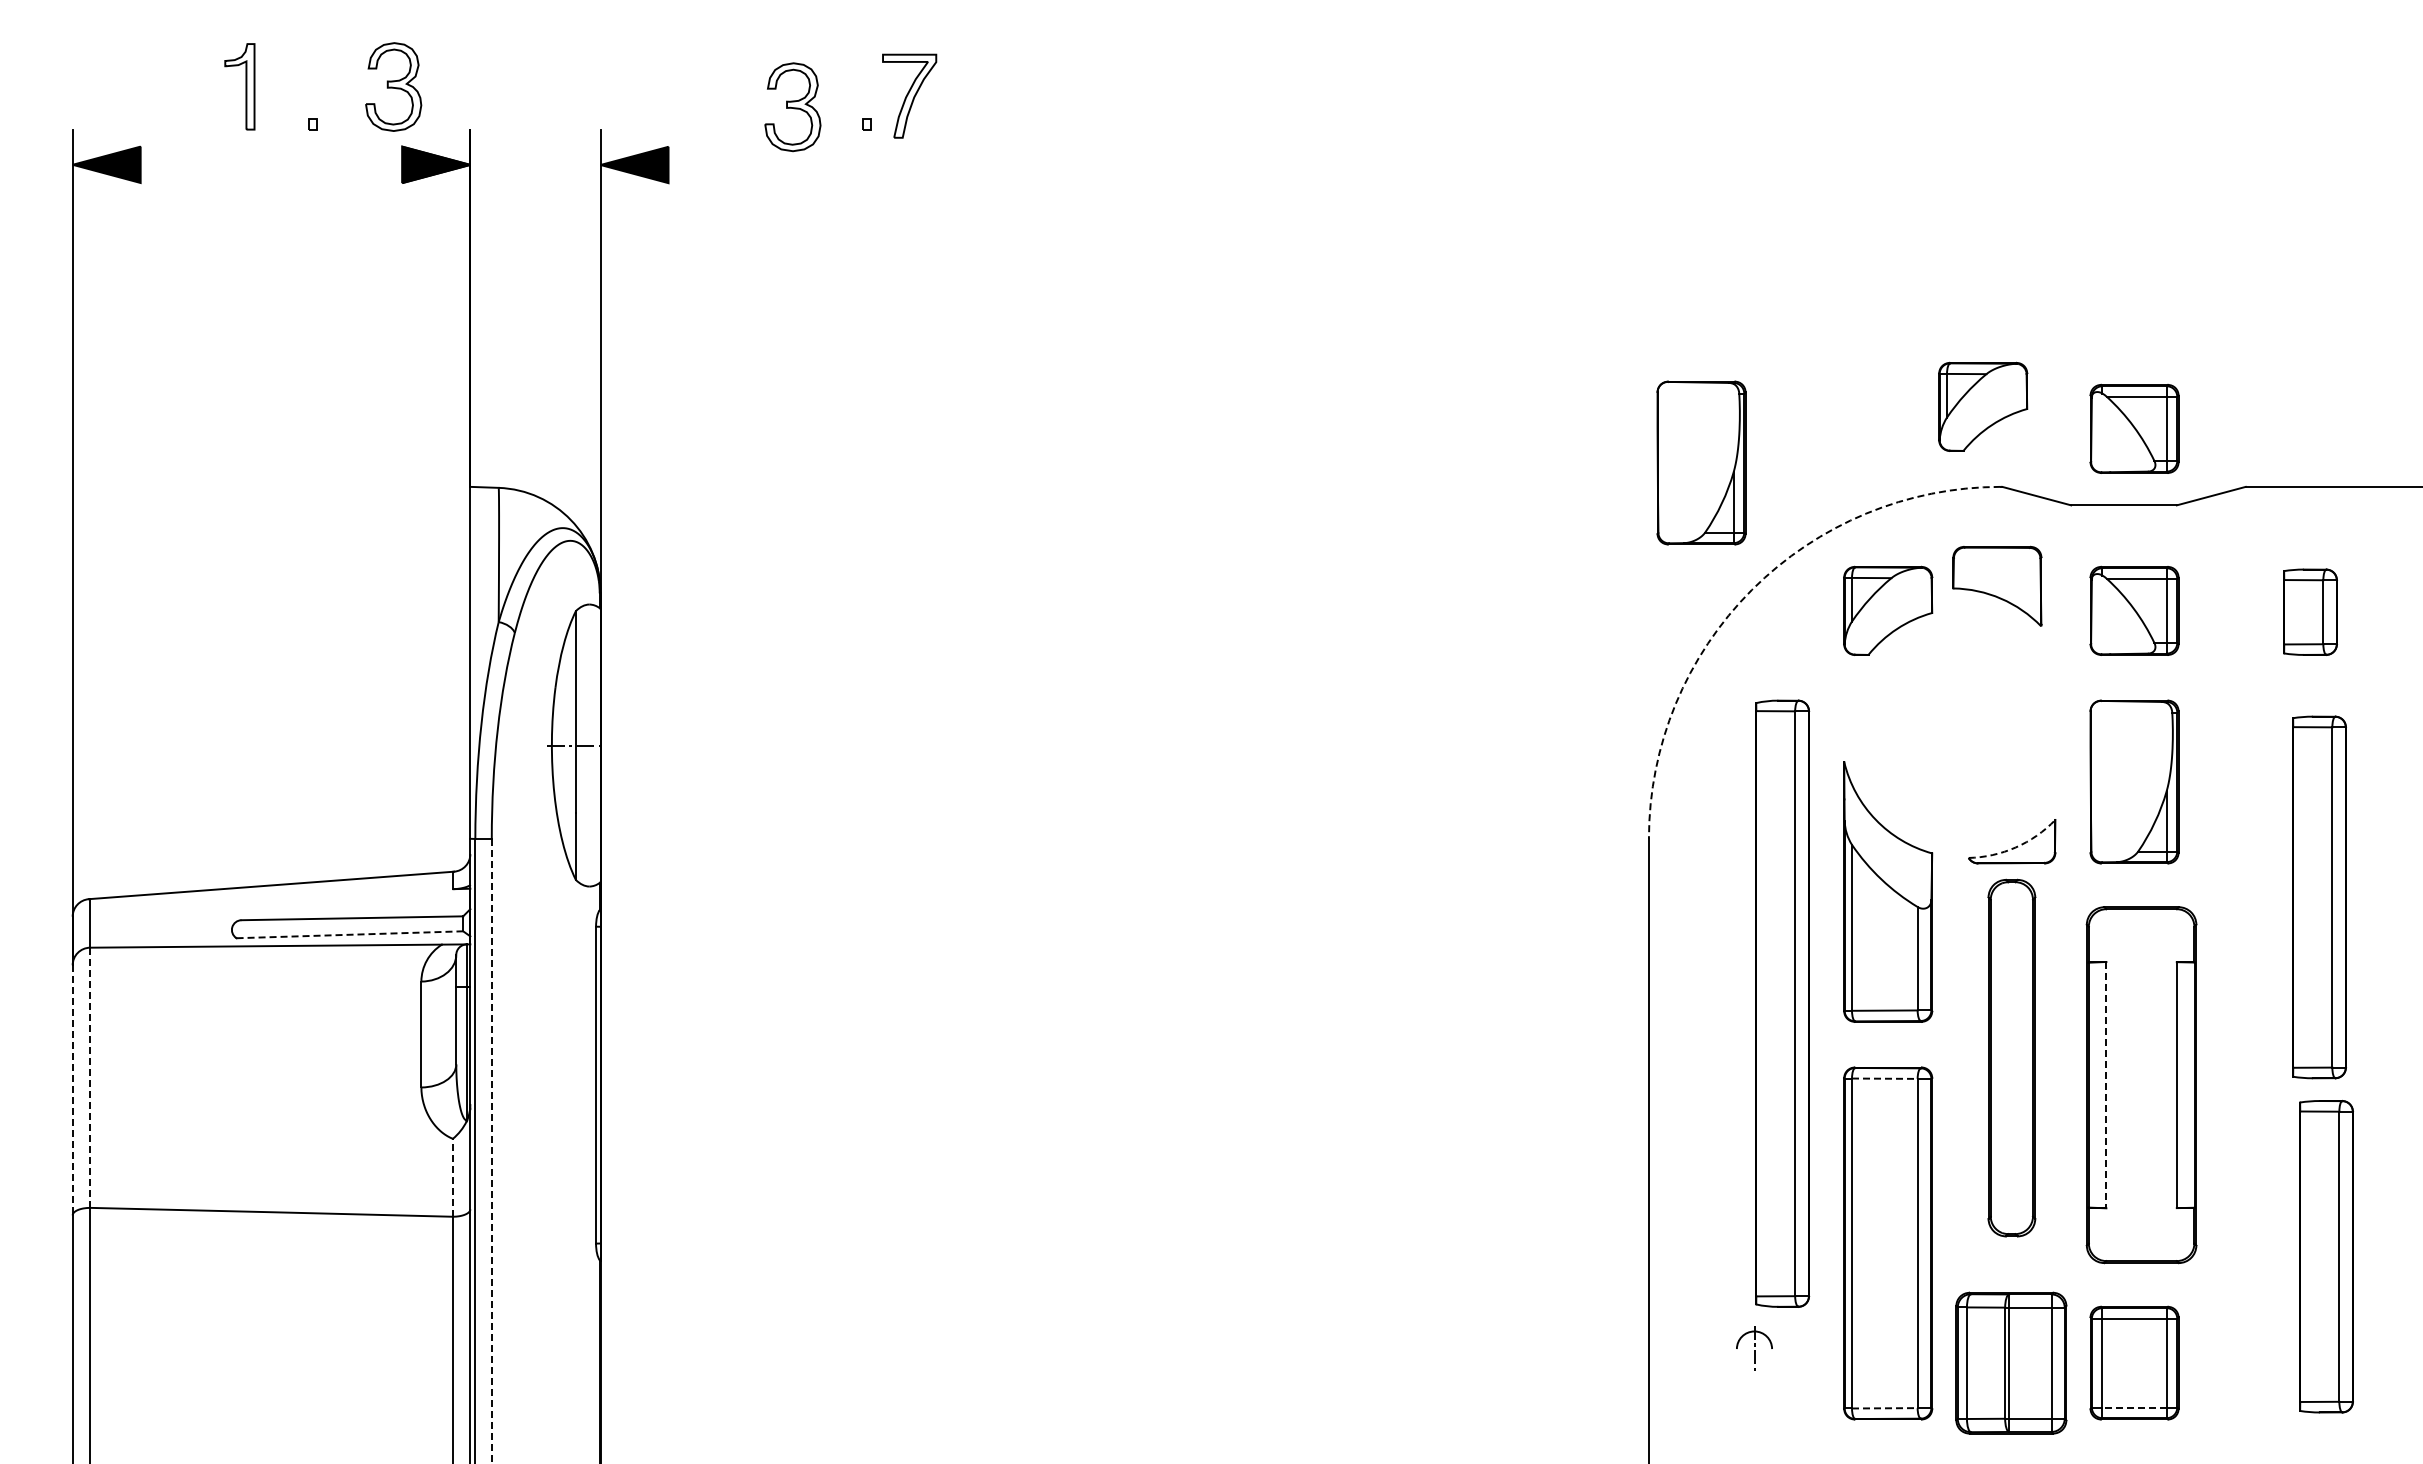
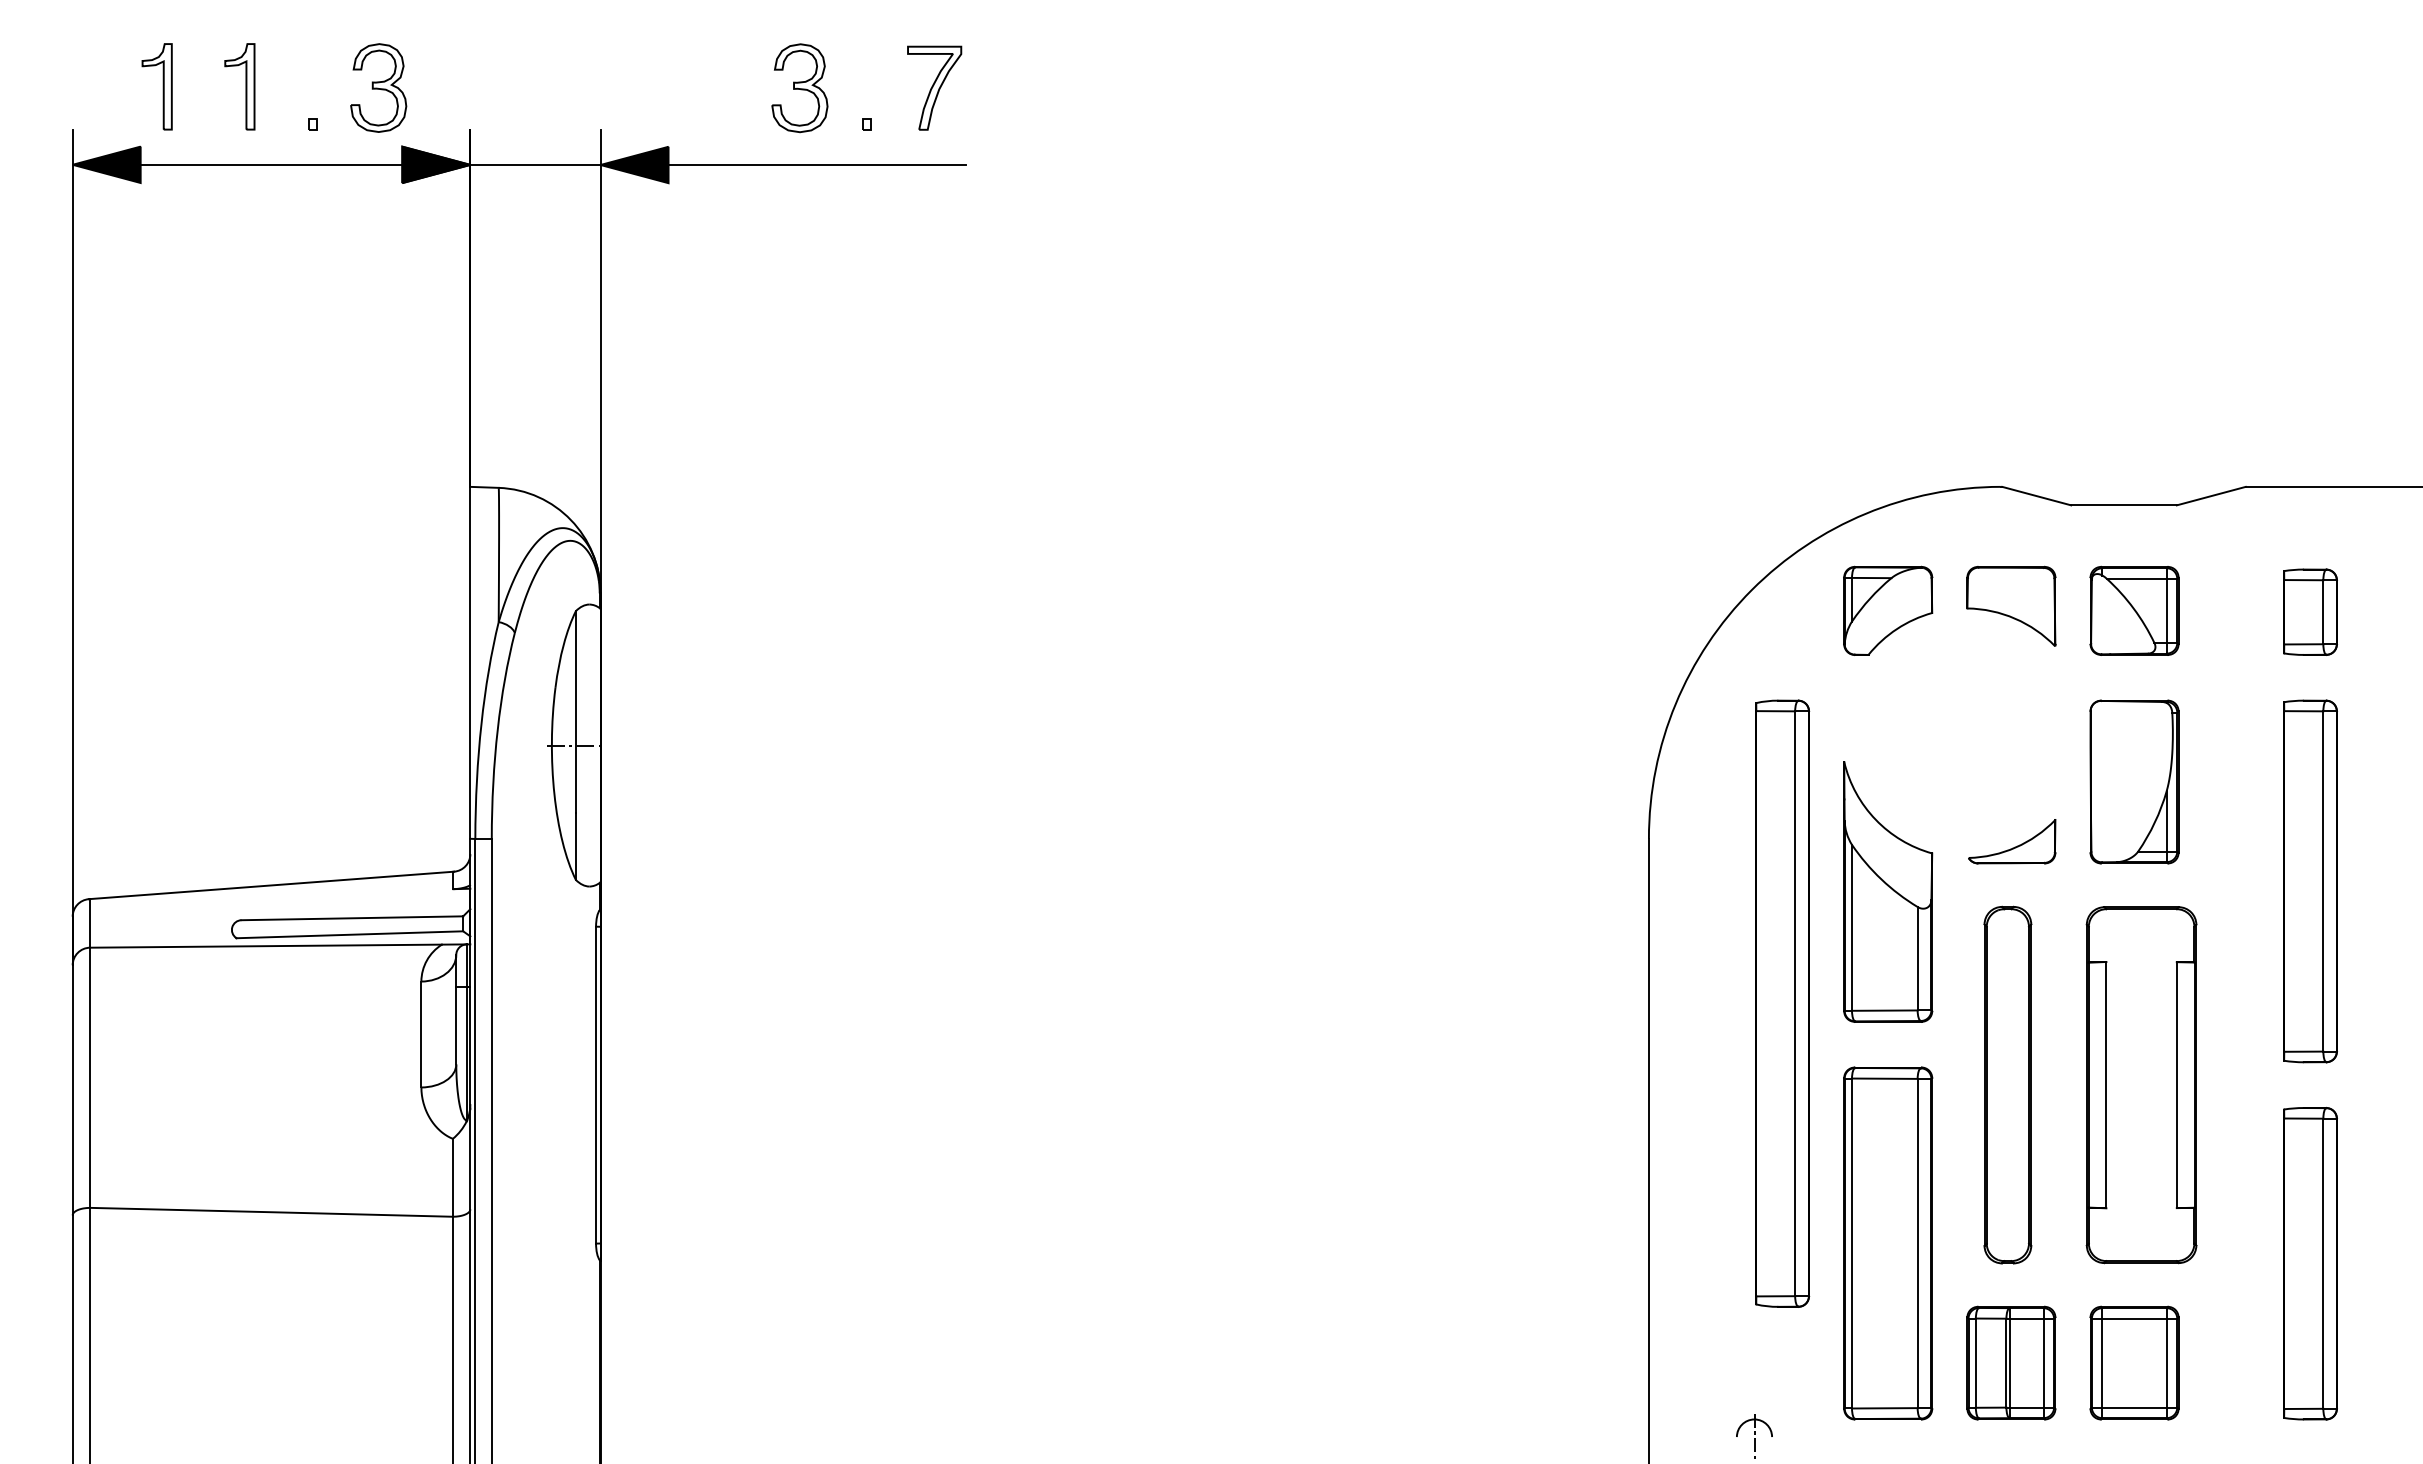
part at (156, 86): none -> present
part at (393, 86) position: (393, 86) -> (378, 87)
part at (909, 95) position: (909, 95) -> (934, 87)
part at (792, 107) position: (792, 107) -> (799, 88)
line at (271, 164): none -> present
line at (535, 165): none -> present
line at (816, 165): none -> present
part at (1983, 406): present -> none
part at (2134, 428): present -> none
part at (1701, 462): present -> none
part at (1997, 585) position: (1997, 585) -> (2011, 605)
arc at (1751, 589): dashed -> solid
arc at (2015, 847): dashed -> solid
part at (2319, 897) position: (2319, 897) -> (2310, 881)
line at (350, 934): dashed -> solid
part at (2011, 1057) position: (2011, 1057) -> (2007, 1084)
line at (90, 1078): dashed -> solid
line at (1884, 1078): dashed -> solid
line at (2106, 1085): dashed -> solid
line at (72, 1090): dashed -> solid
line at (491, 1151): dashed -> solid
line at (452, 1177): dashed -> solid
part at (2326, 1256) position: (2326, 1256) -> (2310, 1263)
part at (1754, 1348) position: (1754, 1348) -> (1754, 1436)
part at (2011, 1362) size: 113x144 px -> 91x116 px
line at (2134, 1407): dashed -> solid
line at (1884, 1408): dashed -> solid
